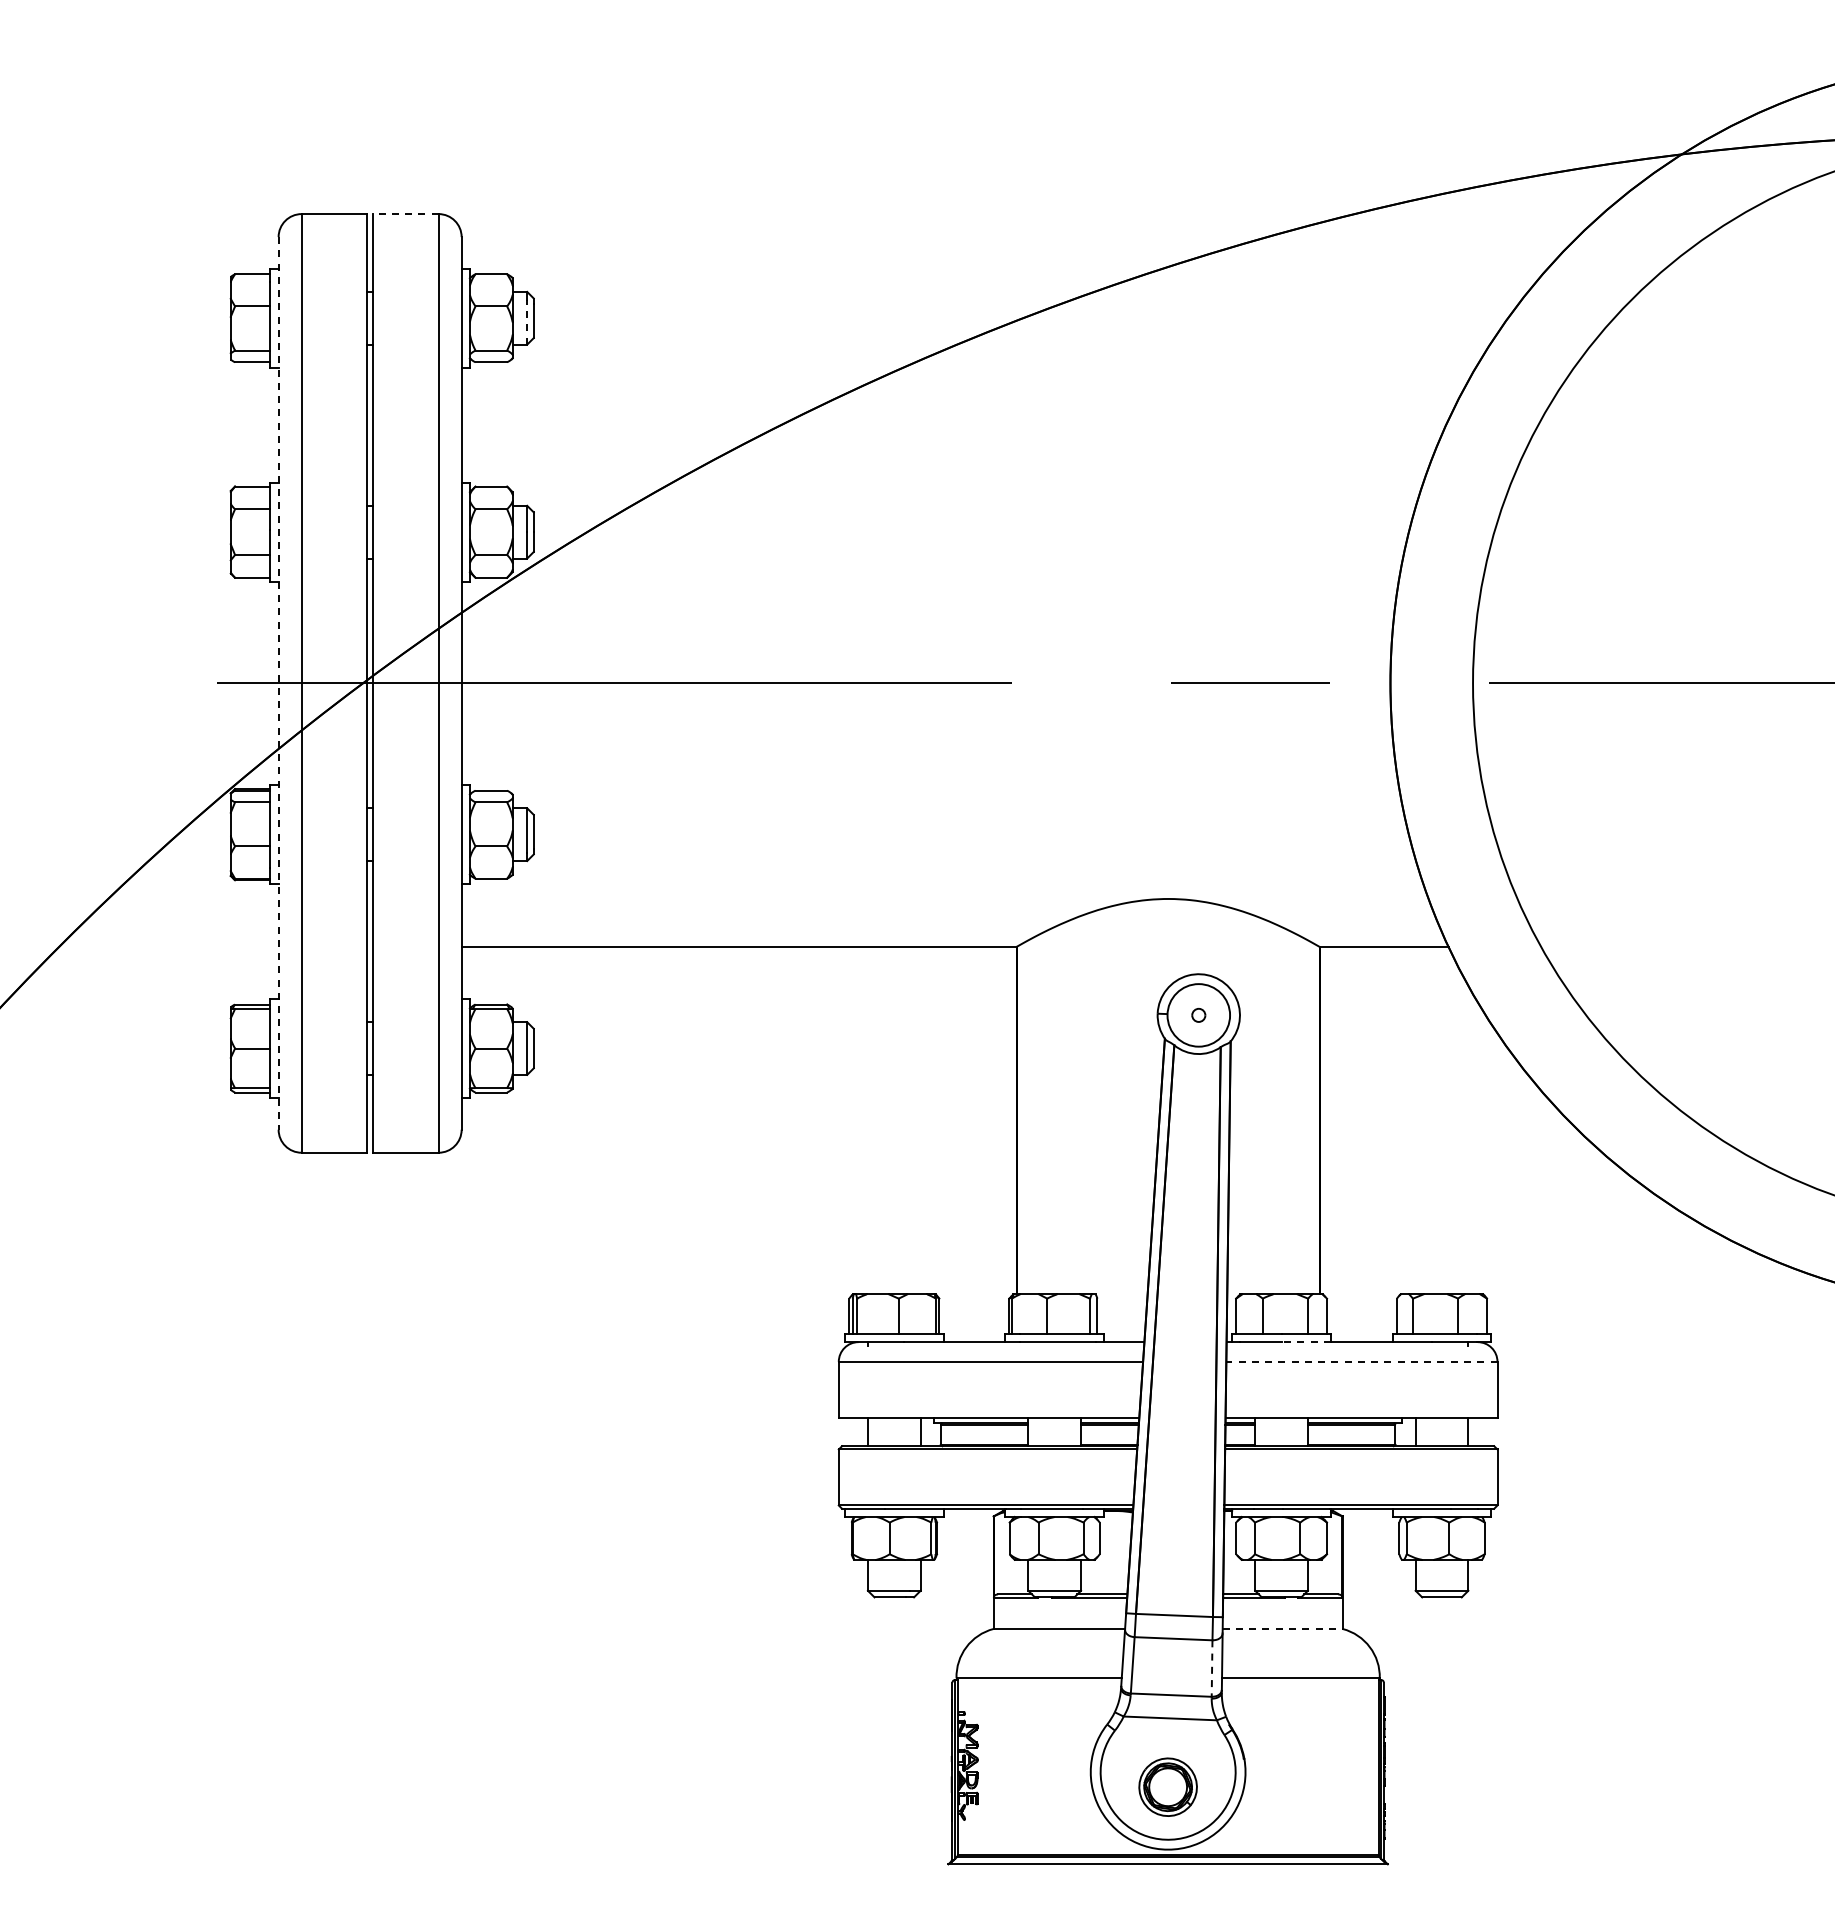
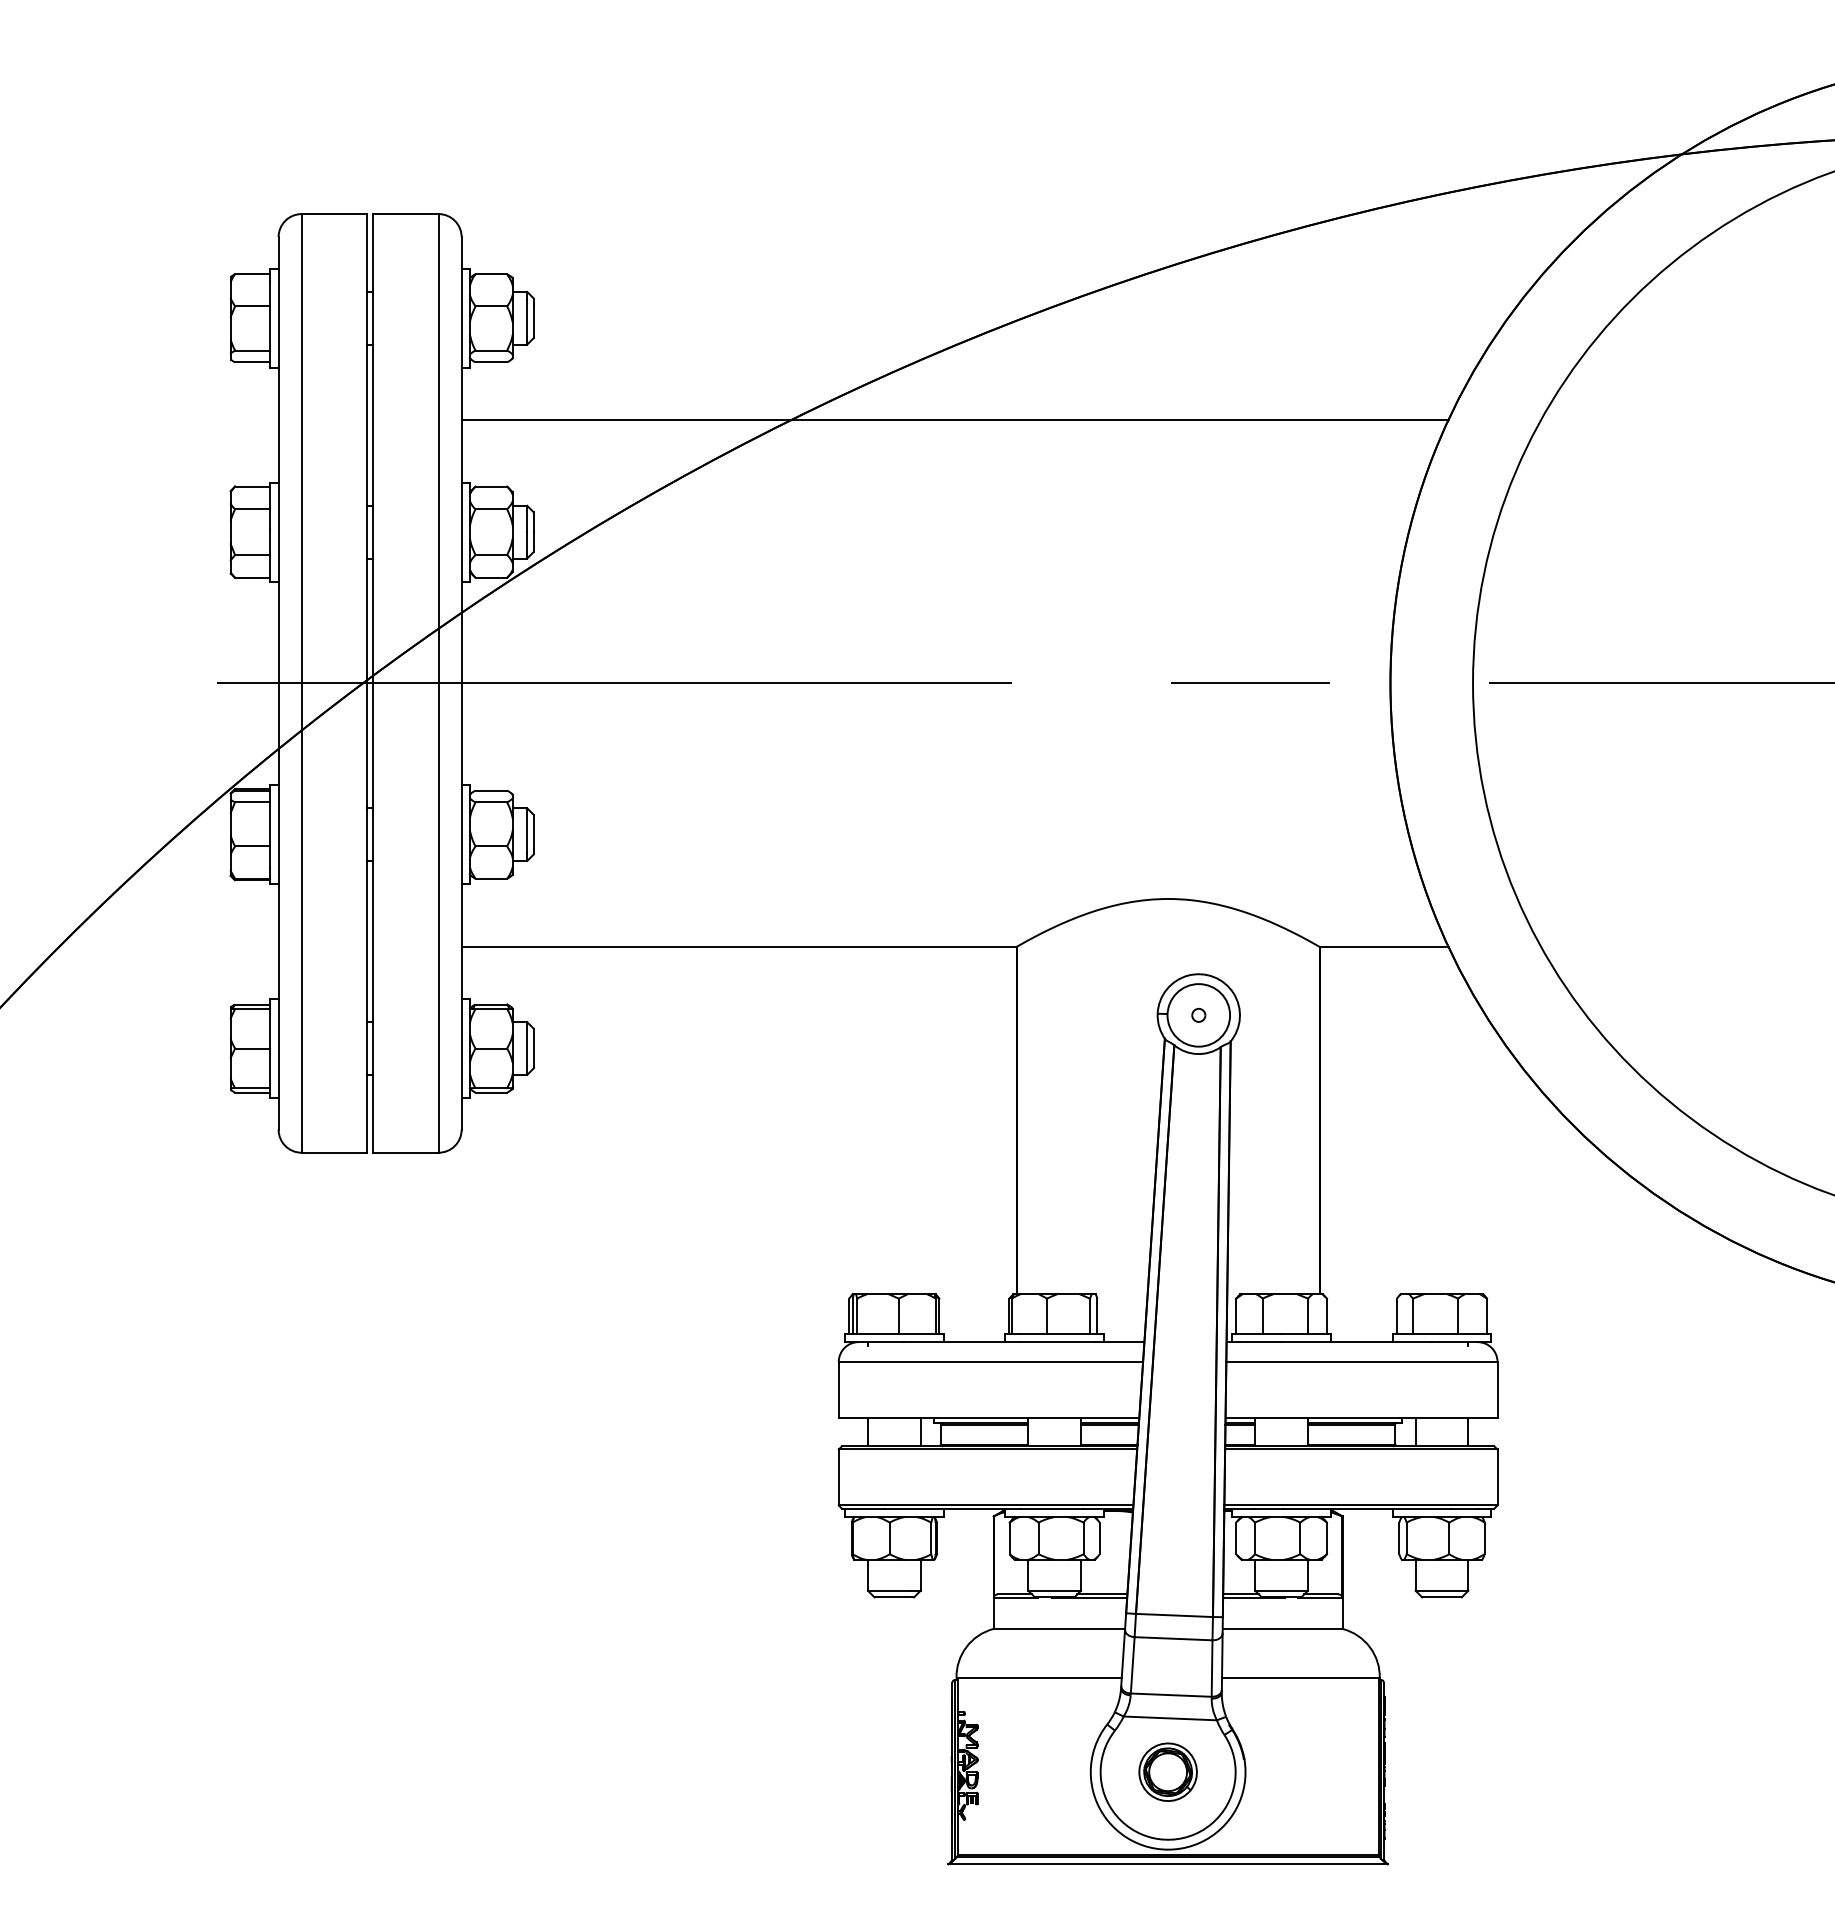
line at (405, 214): dashed -> solid
line at (527, 321): dashed -> solid
line at (954, 419): none -> present
line at (278, 683): dashed -> solid
line at (1306, 1342): dashed -> solid
line at (1361, 1361): dashed -> solid
line at (1283, 1628): dashed -> solid
line at (1212, 1669): dashed -> solid
part at (1167, 1786) position: (1167, 1786) -> (1167, 1771)
